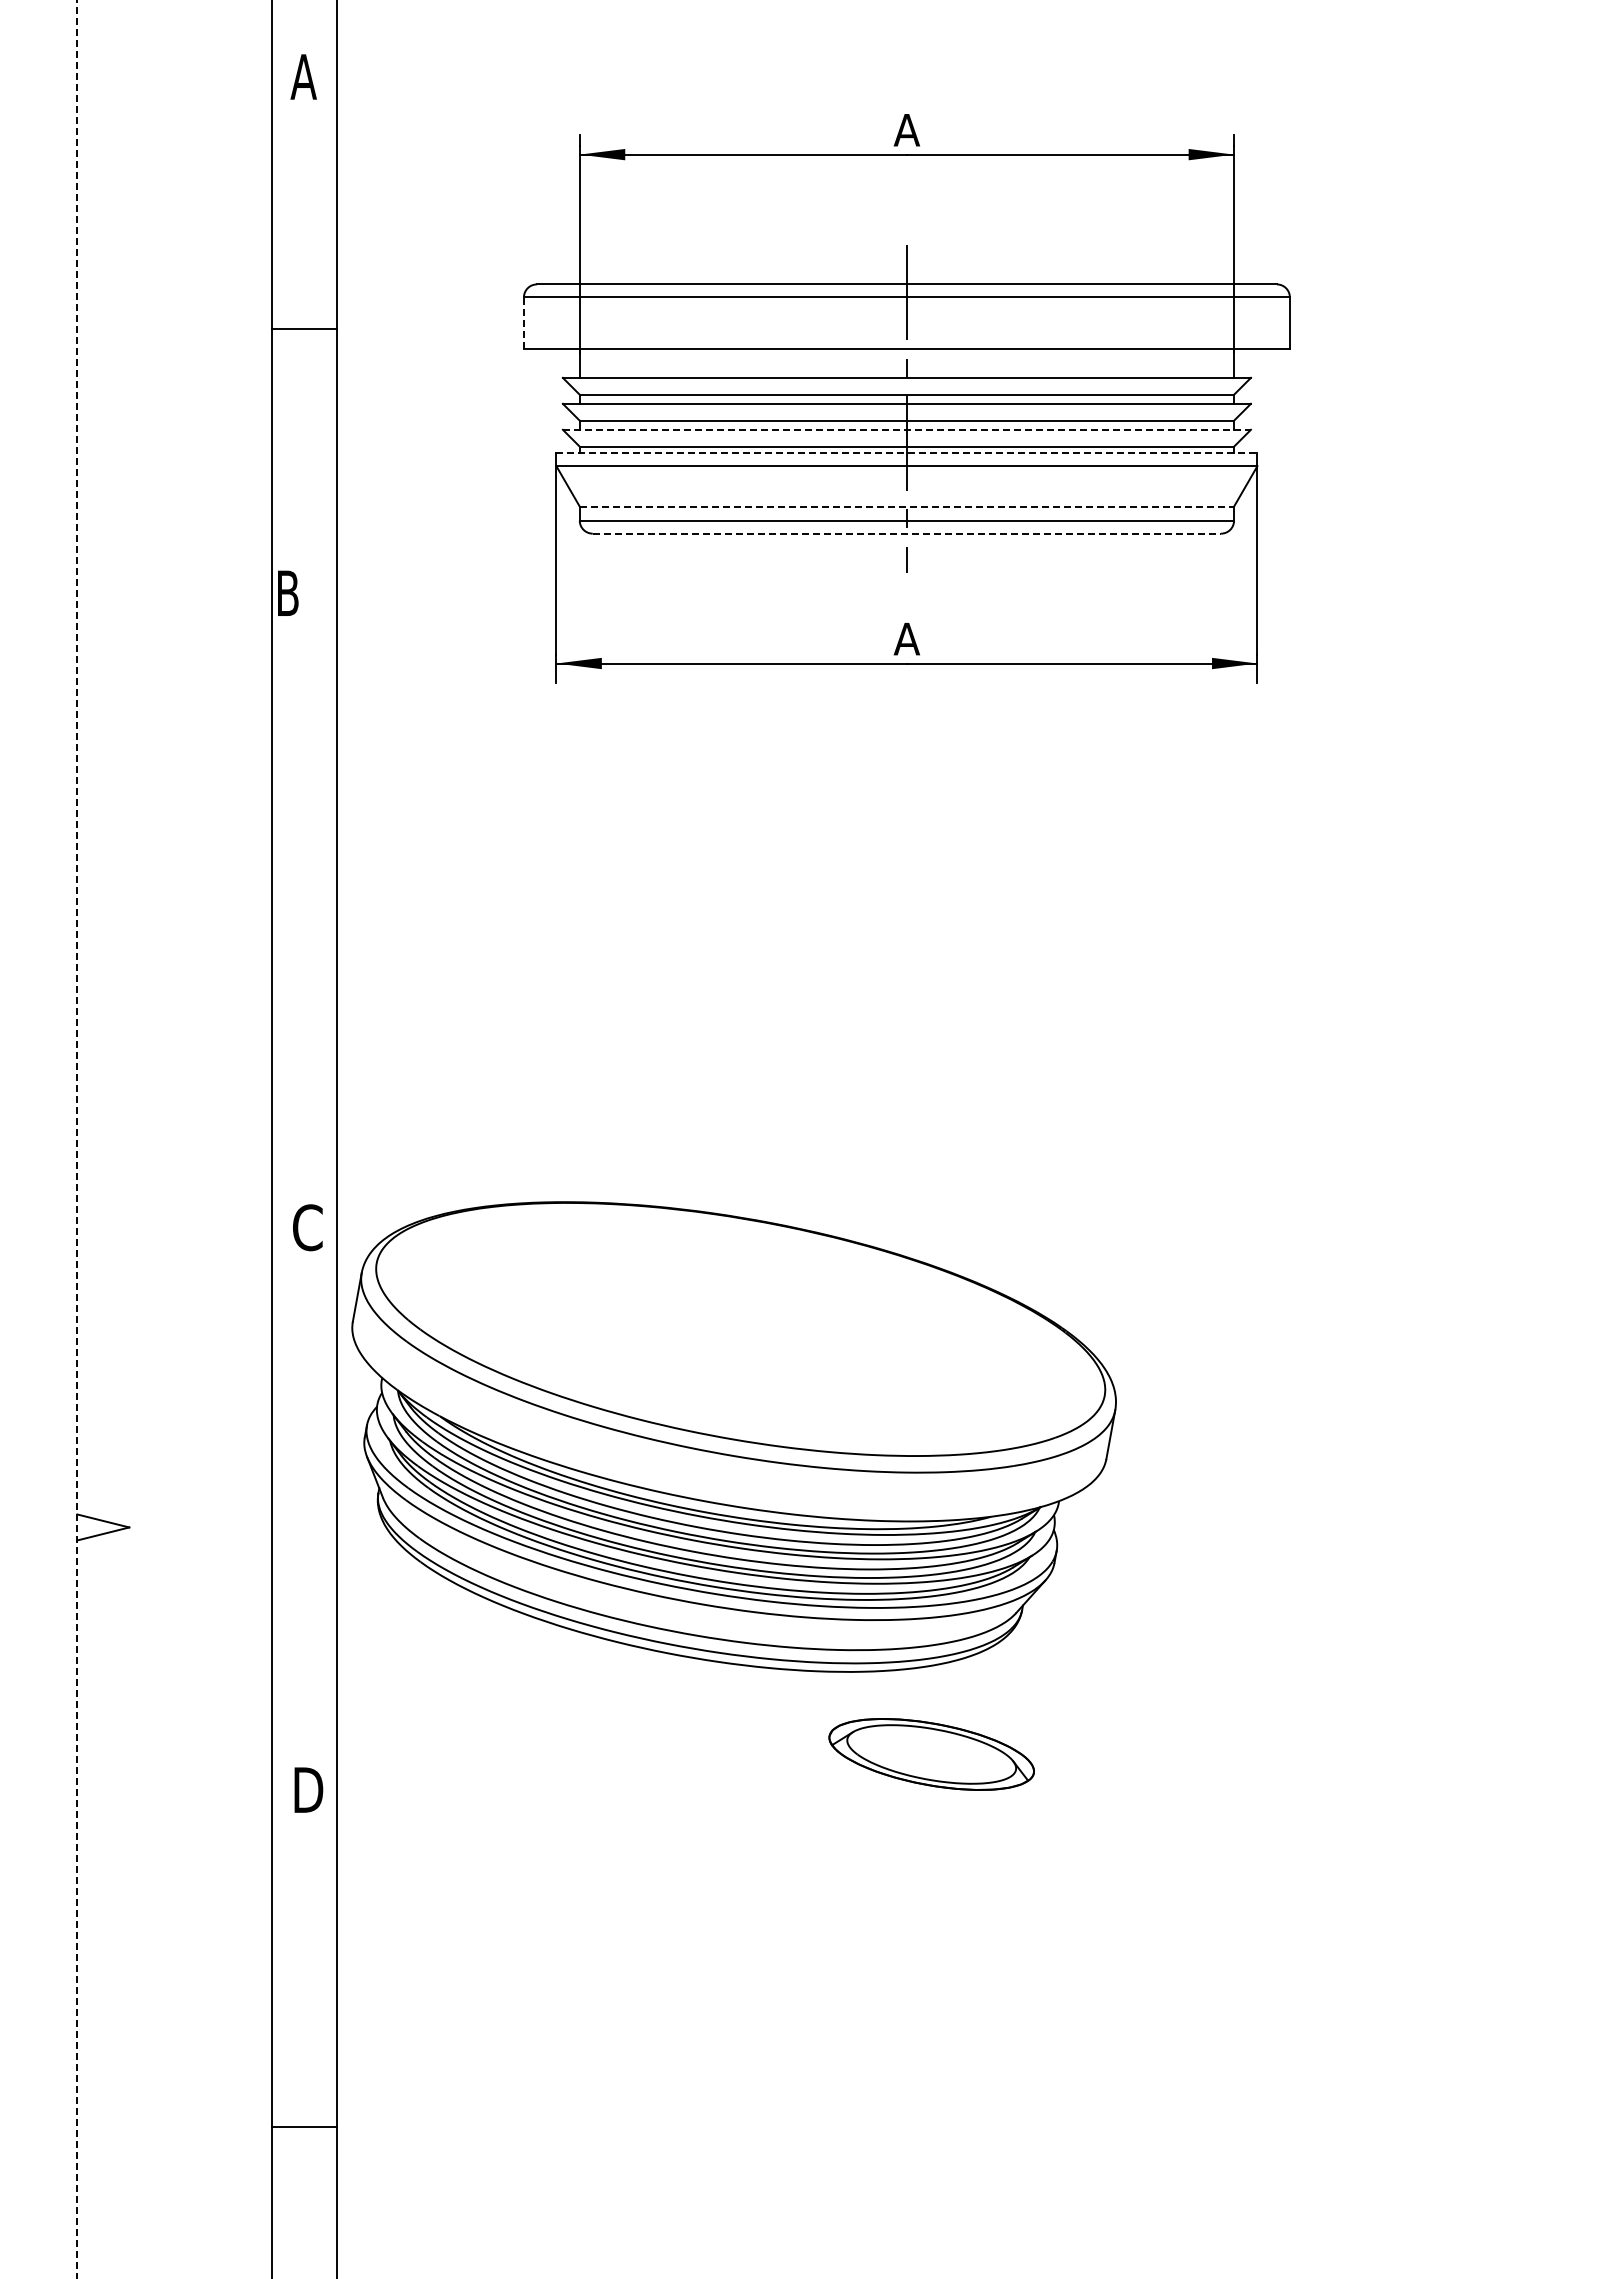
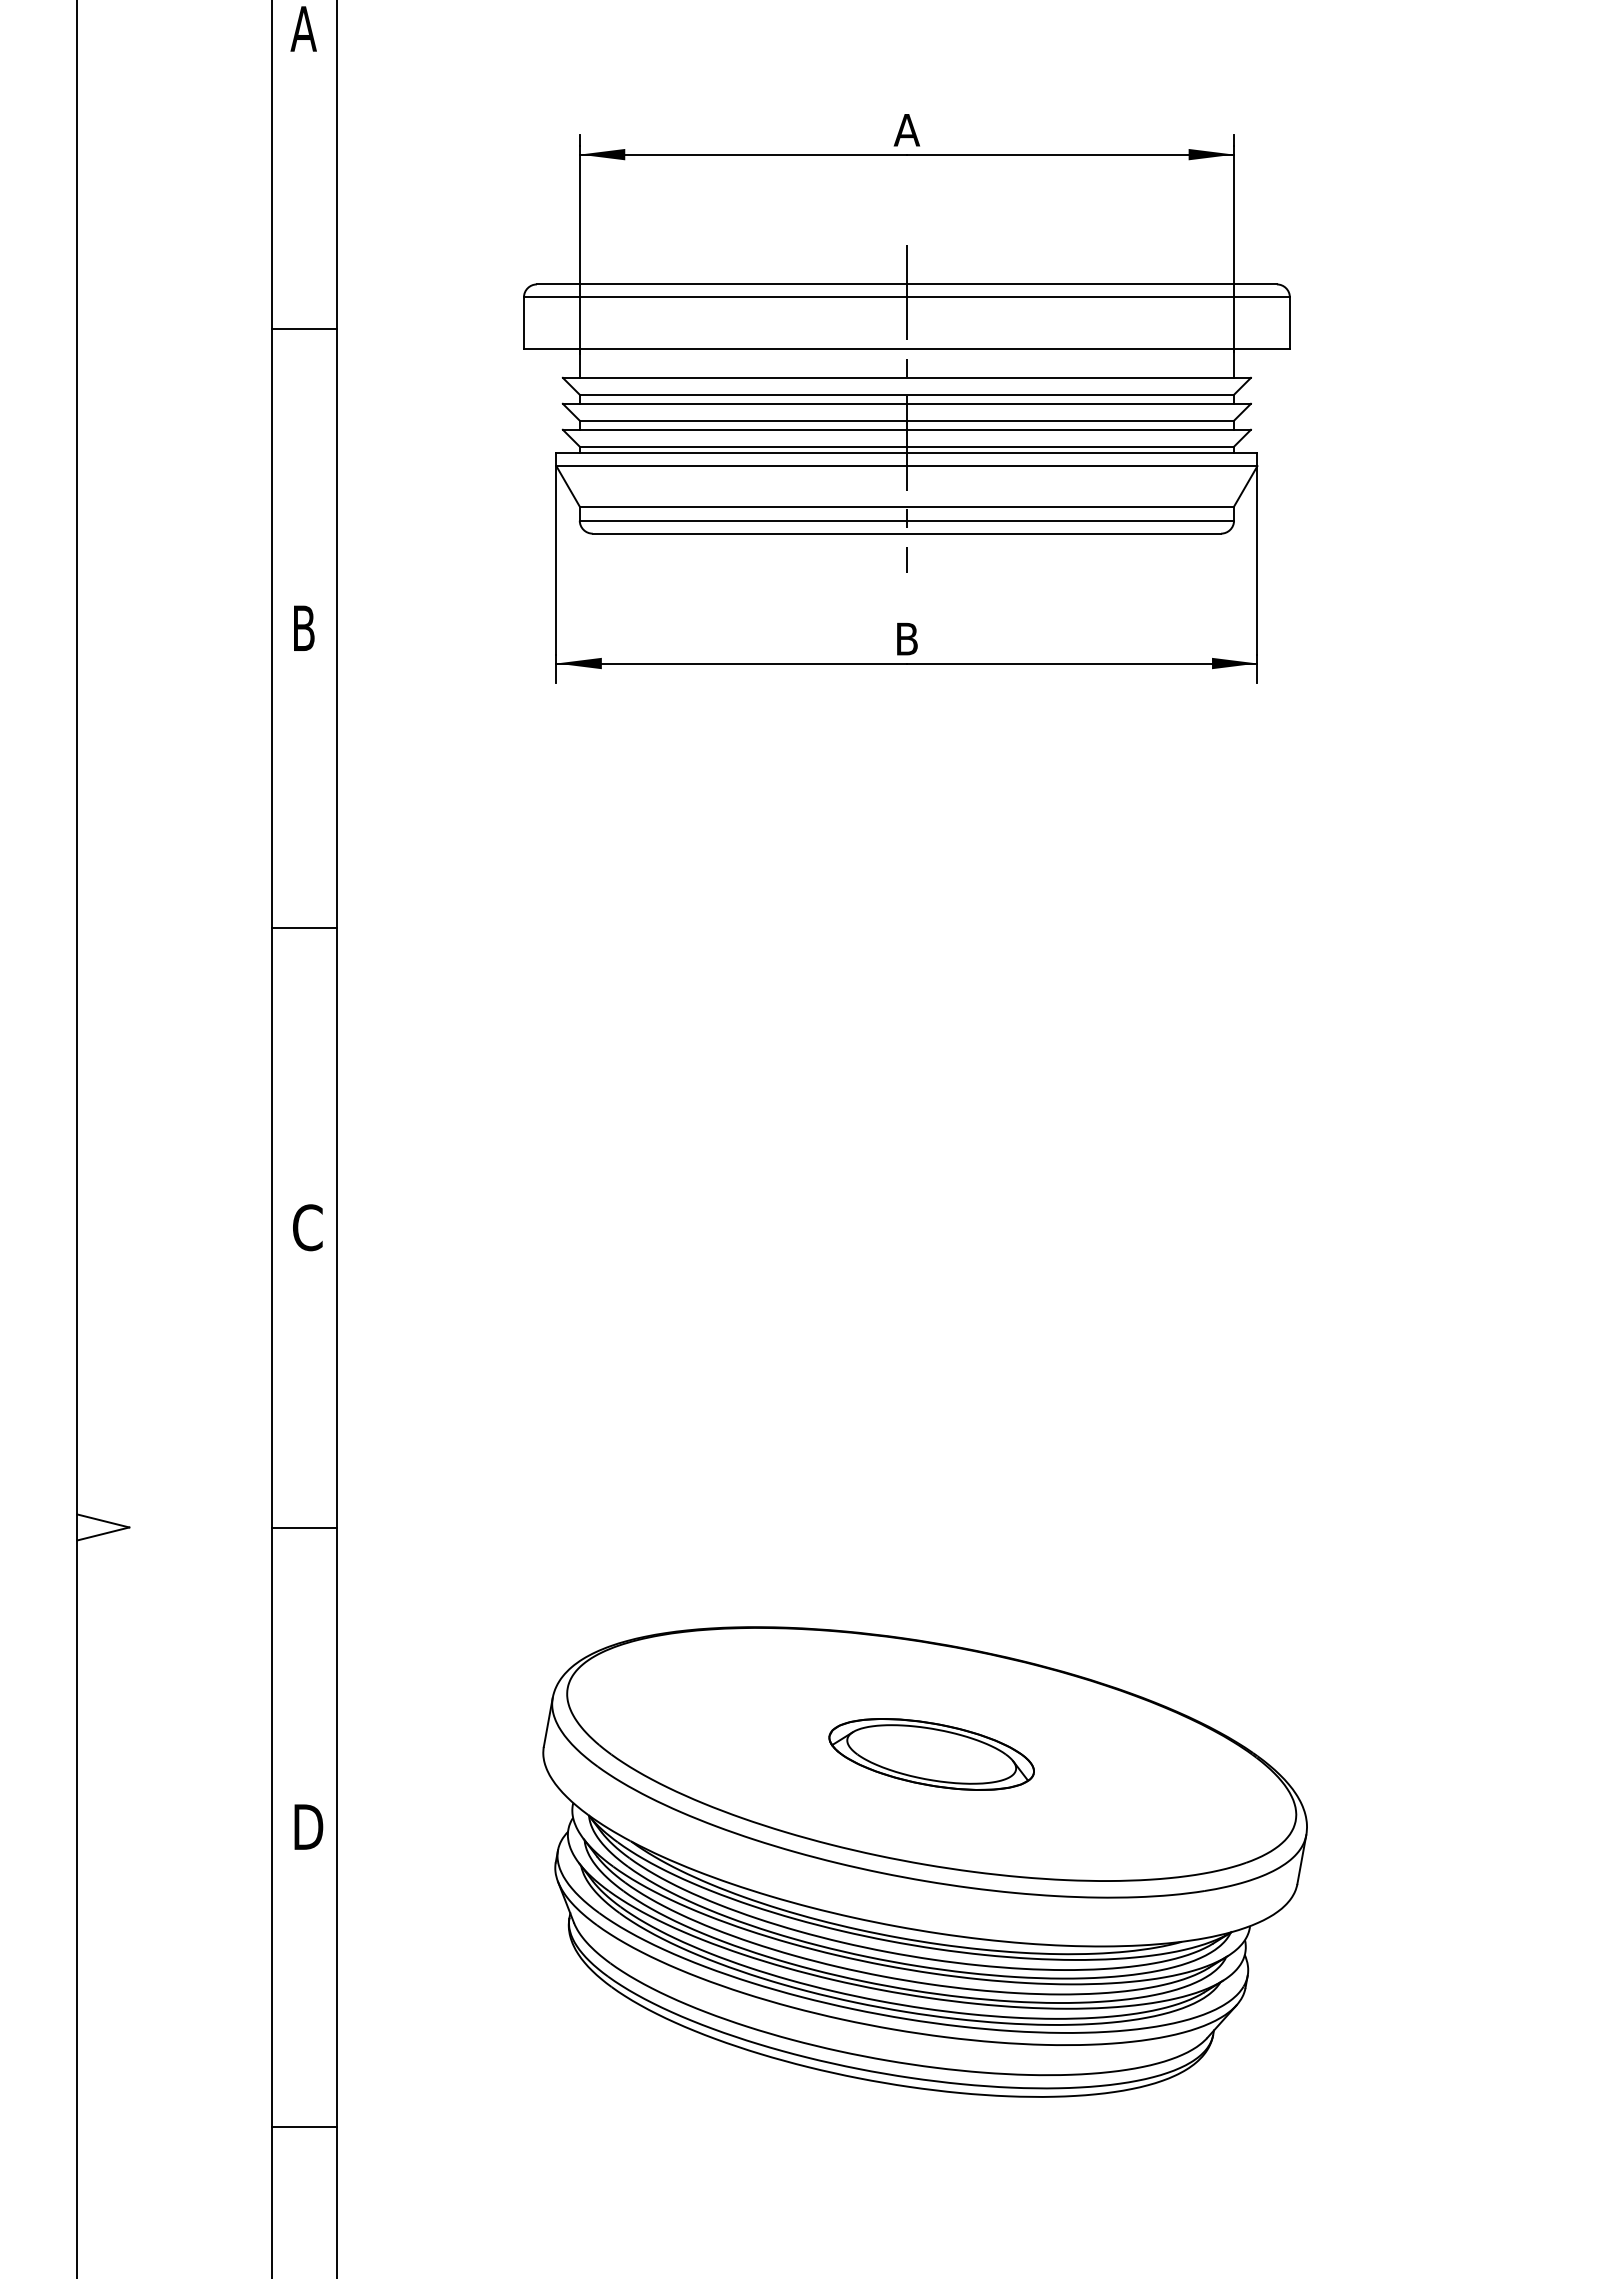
text at (303, 76) position: (303, 76) -> (303, 28)
line at (523, 323): dashed -> solid
line at (907, 429): dashed -> solid
line at (906, 453): dashed -> solid
line at (907, 506): dashed -> solid
line at (907, 533): dashed -> solid
text at (288, 592) position: (288, 592) -> (304, 627)
text at (906, 638): A -> B
line at (304, 928): none -> present
line at (77, 1139): dashed -> solid
part at (733, 1436) position: (733, 1436) -> (924, 1861)
line at (304, 1527): none -> present
text at (308, 1789) position: (308, 1789) -> (308, 1826)
